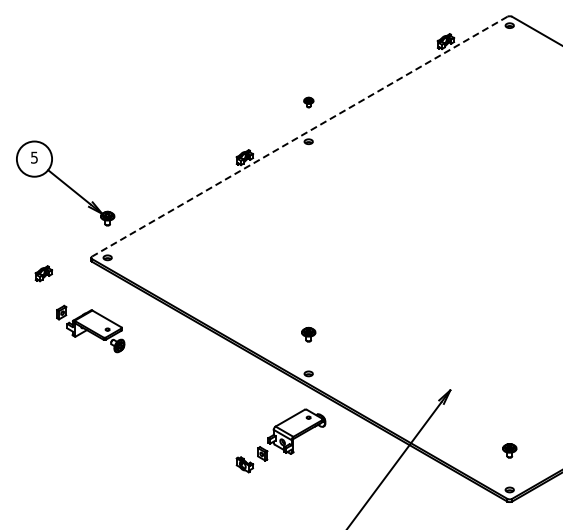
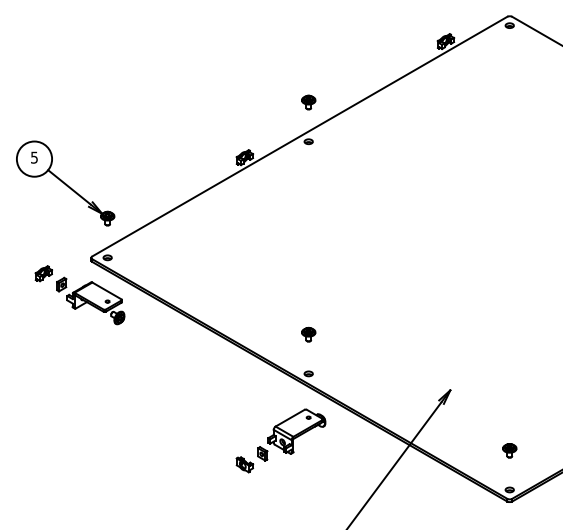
part at (308, 102) size: 12x13 px -> 16x17 px
line at (299, 136): dashed -> solid
part at (90, 328) position: (90, 328) -> (90, 300)
